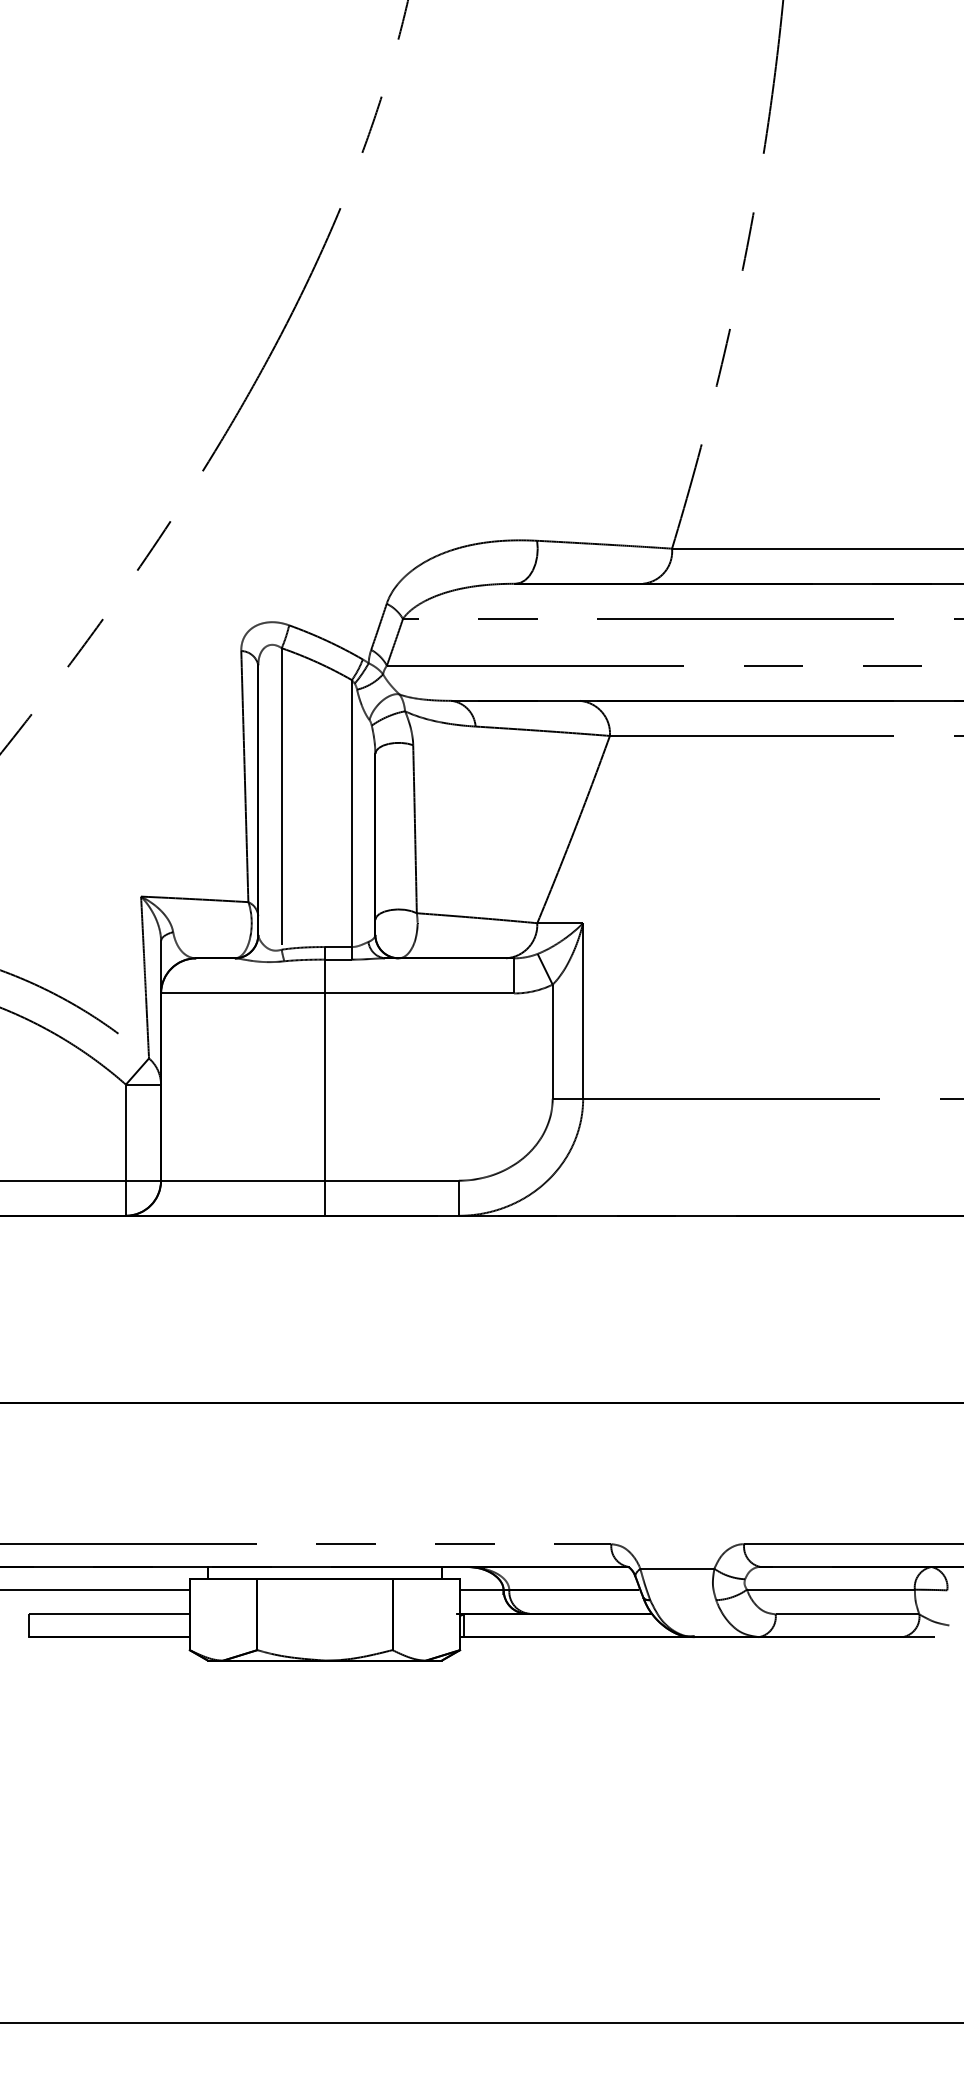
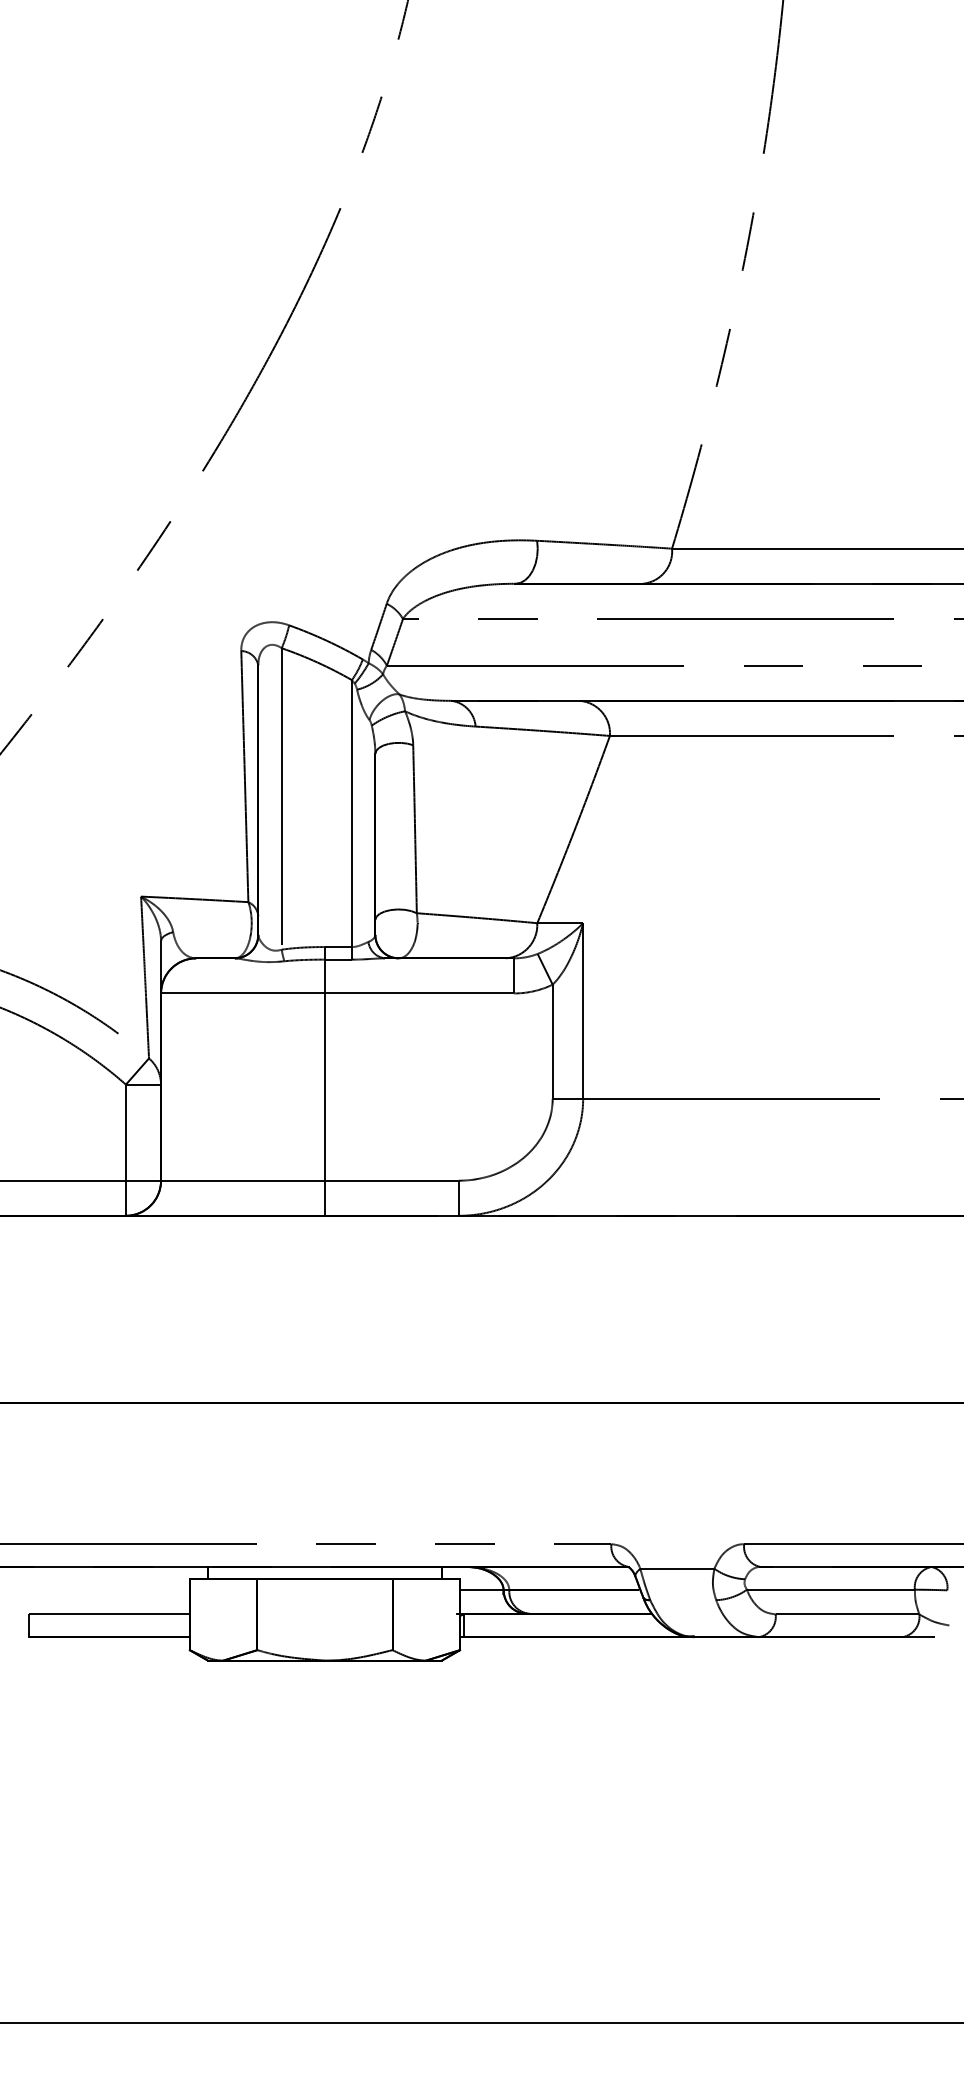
line at (95, 1589): present -> none
